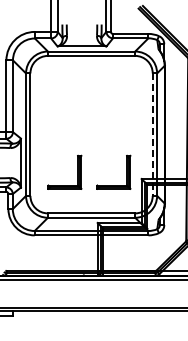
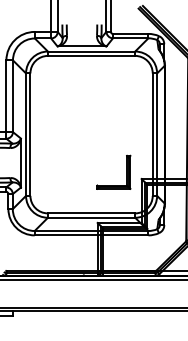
line at (152, 135): dashed -> solid
part at (77, 171): present -> none
